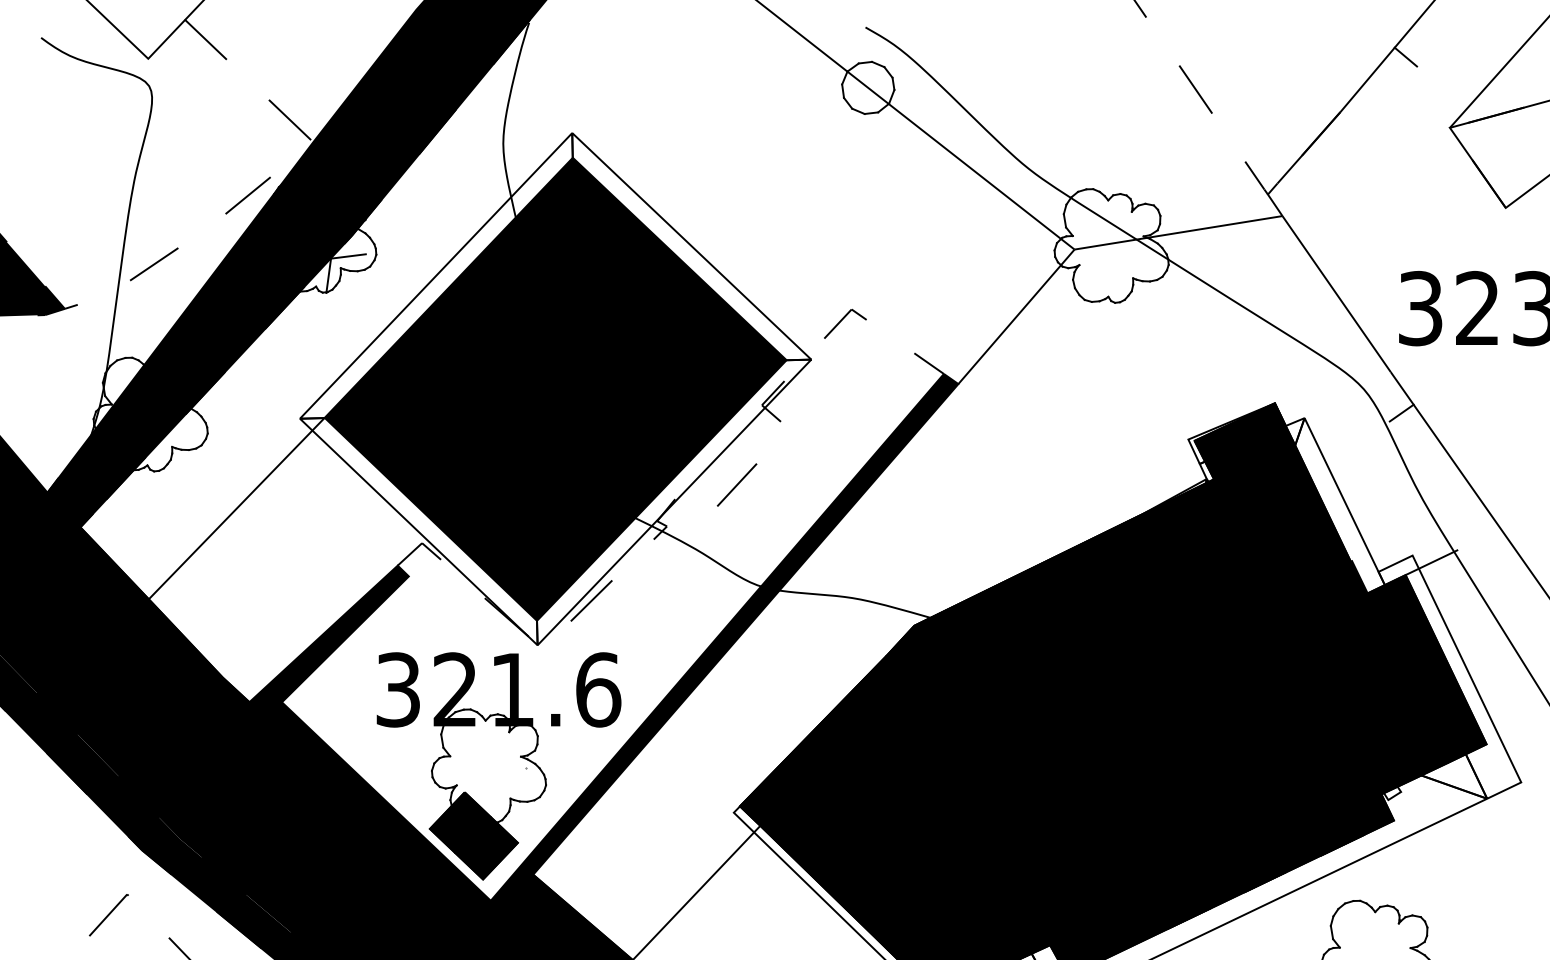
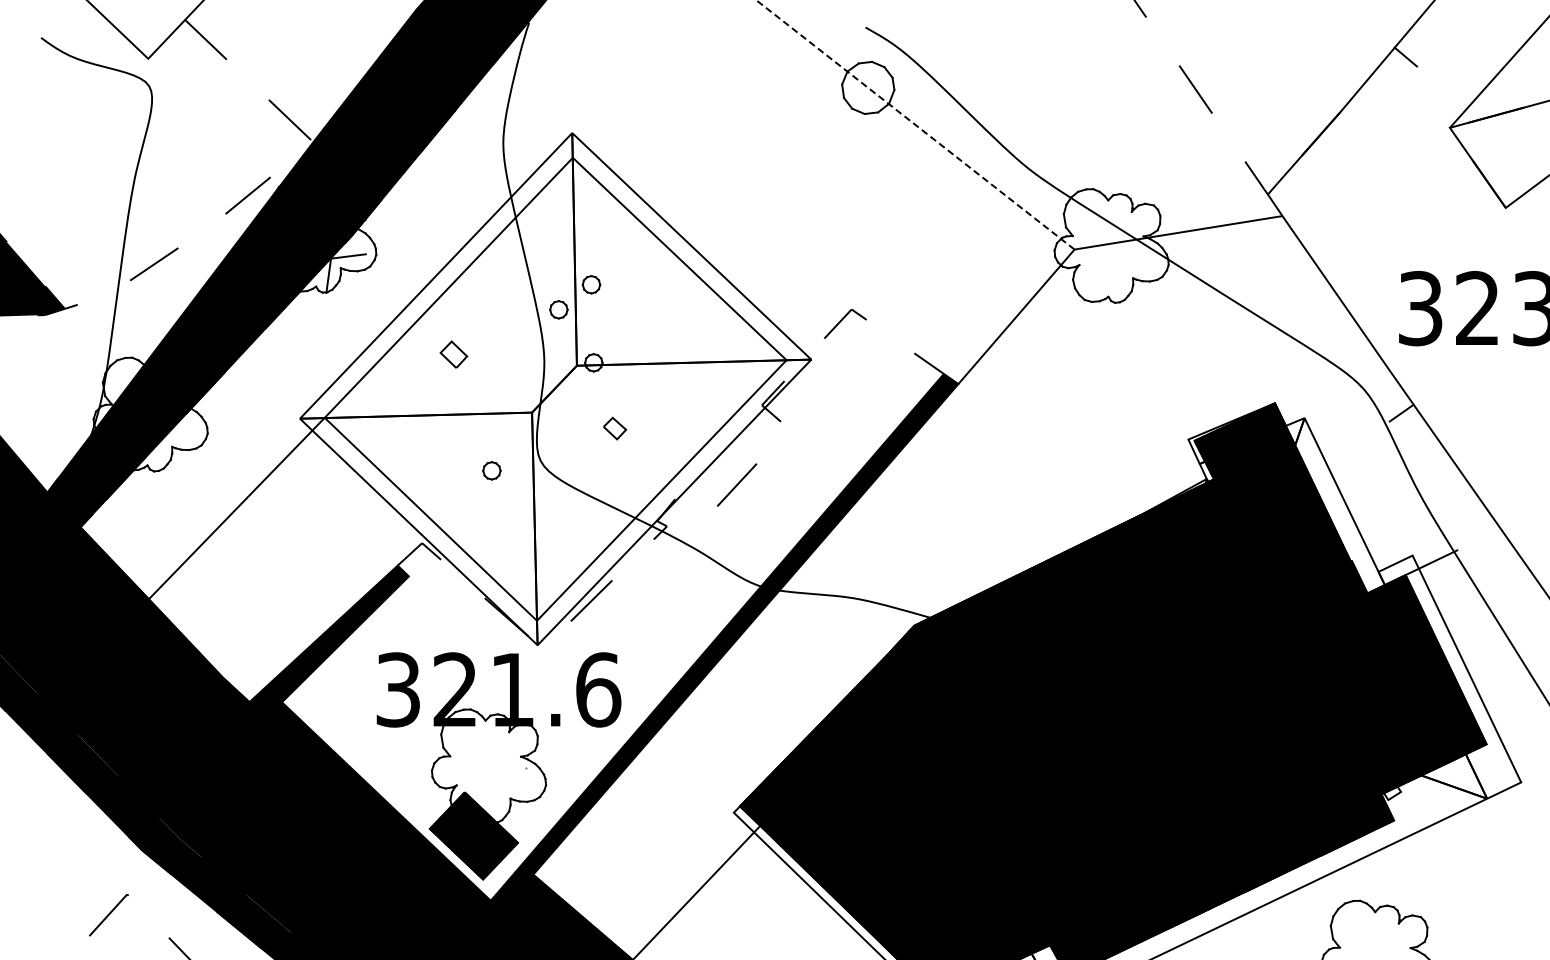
line at (914, 124): solid -> dashed
fill at (555, 388): present -> none
